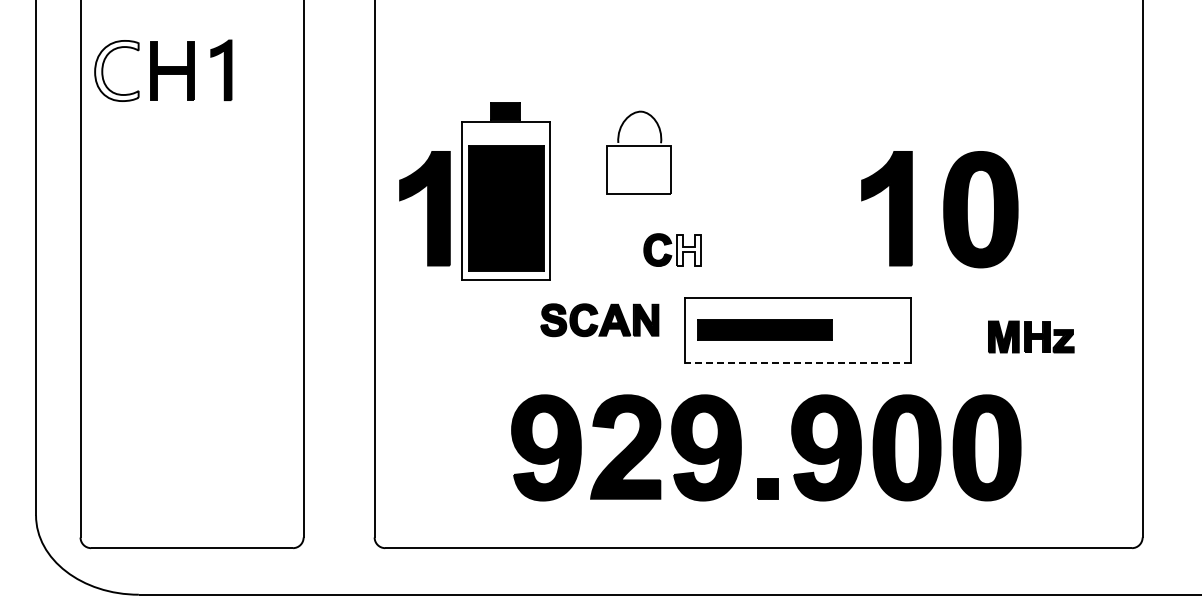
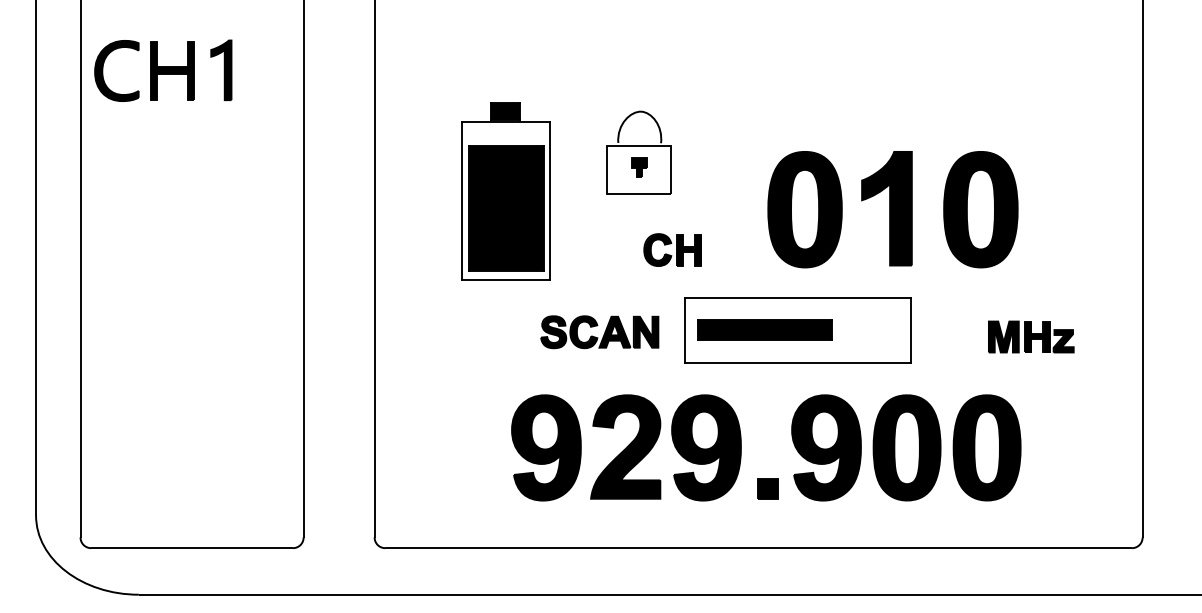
fill at (116, 70): none -> present
part at (639, 167): none -> present
part at (424, 208): present -> none
part at (804, 209): none -> present
fill at (689, 250): none -> present
part at (599, 320) position: (599, 320) -> (599, 332)
line at (797, 362): dashed -> solid
